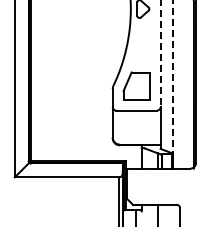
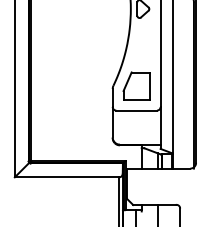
line at (160, 54): dashed -> solid
line at (172, 77): dashed -> solid
